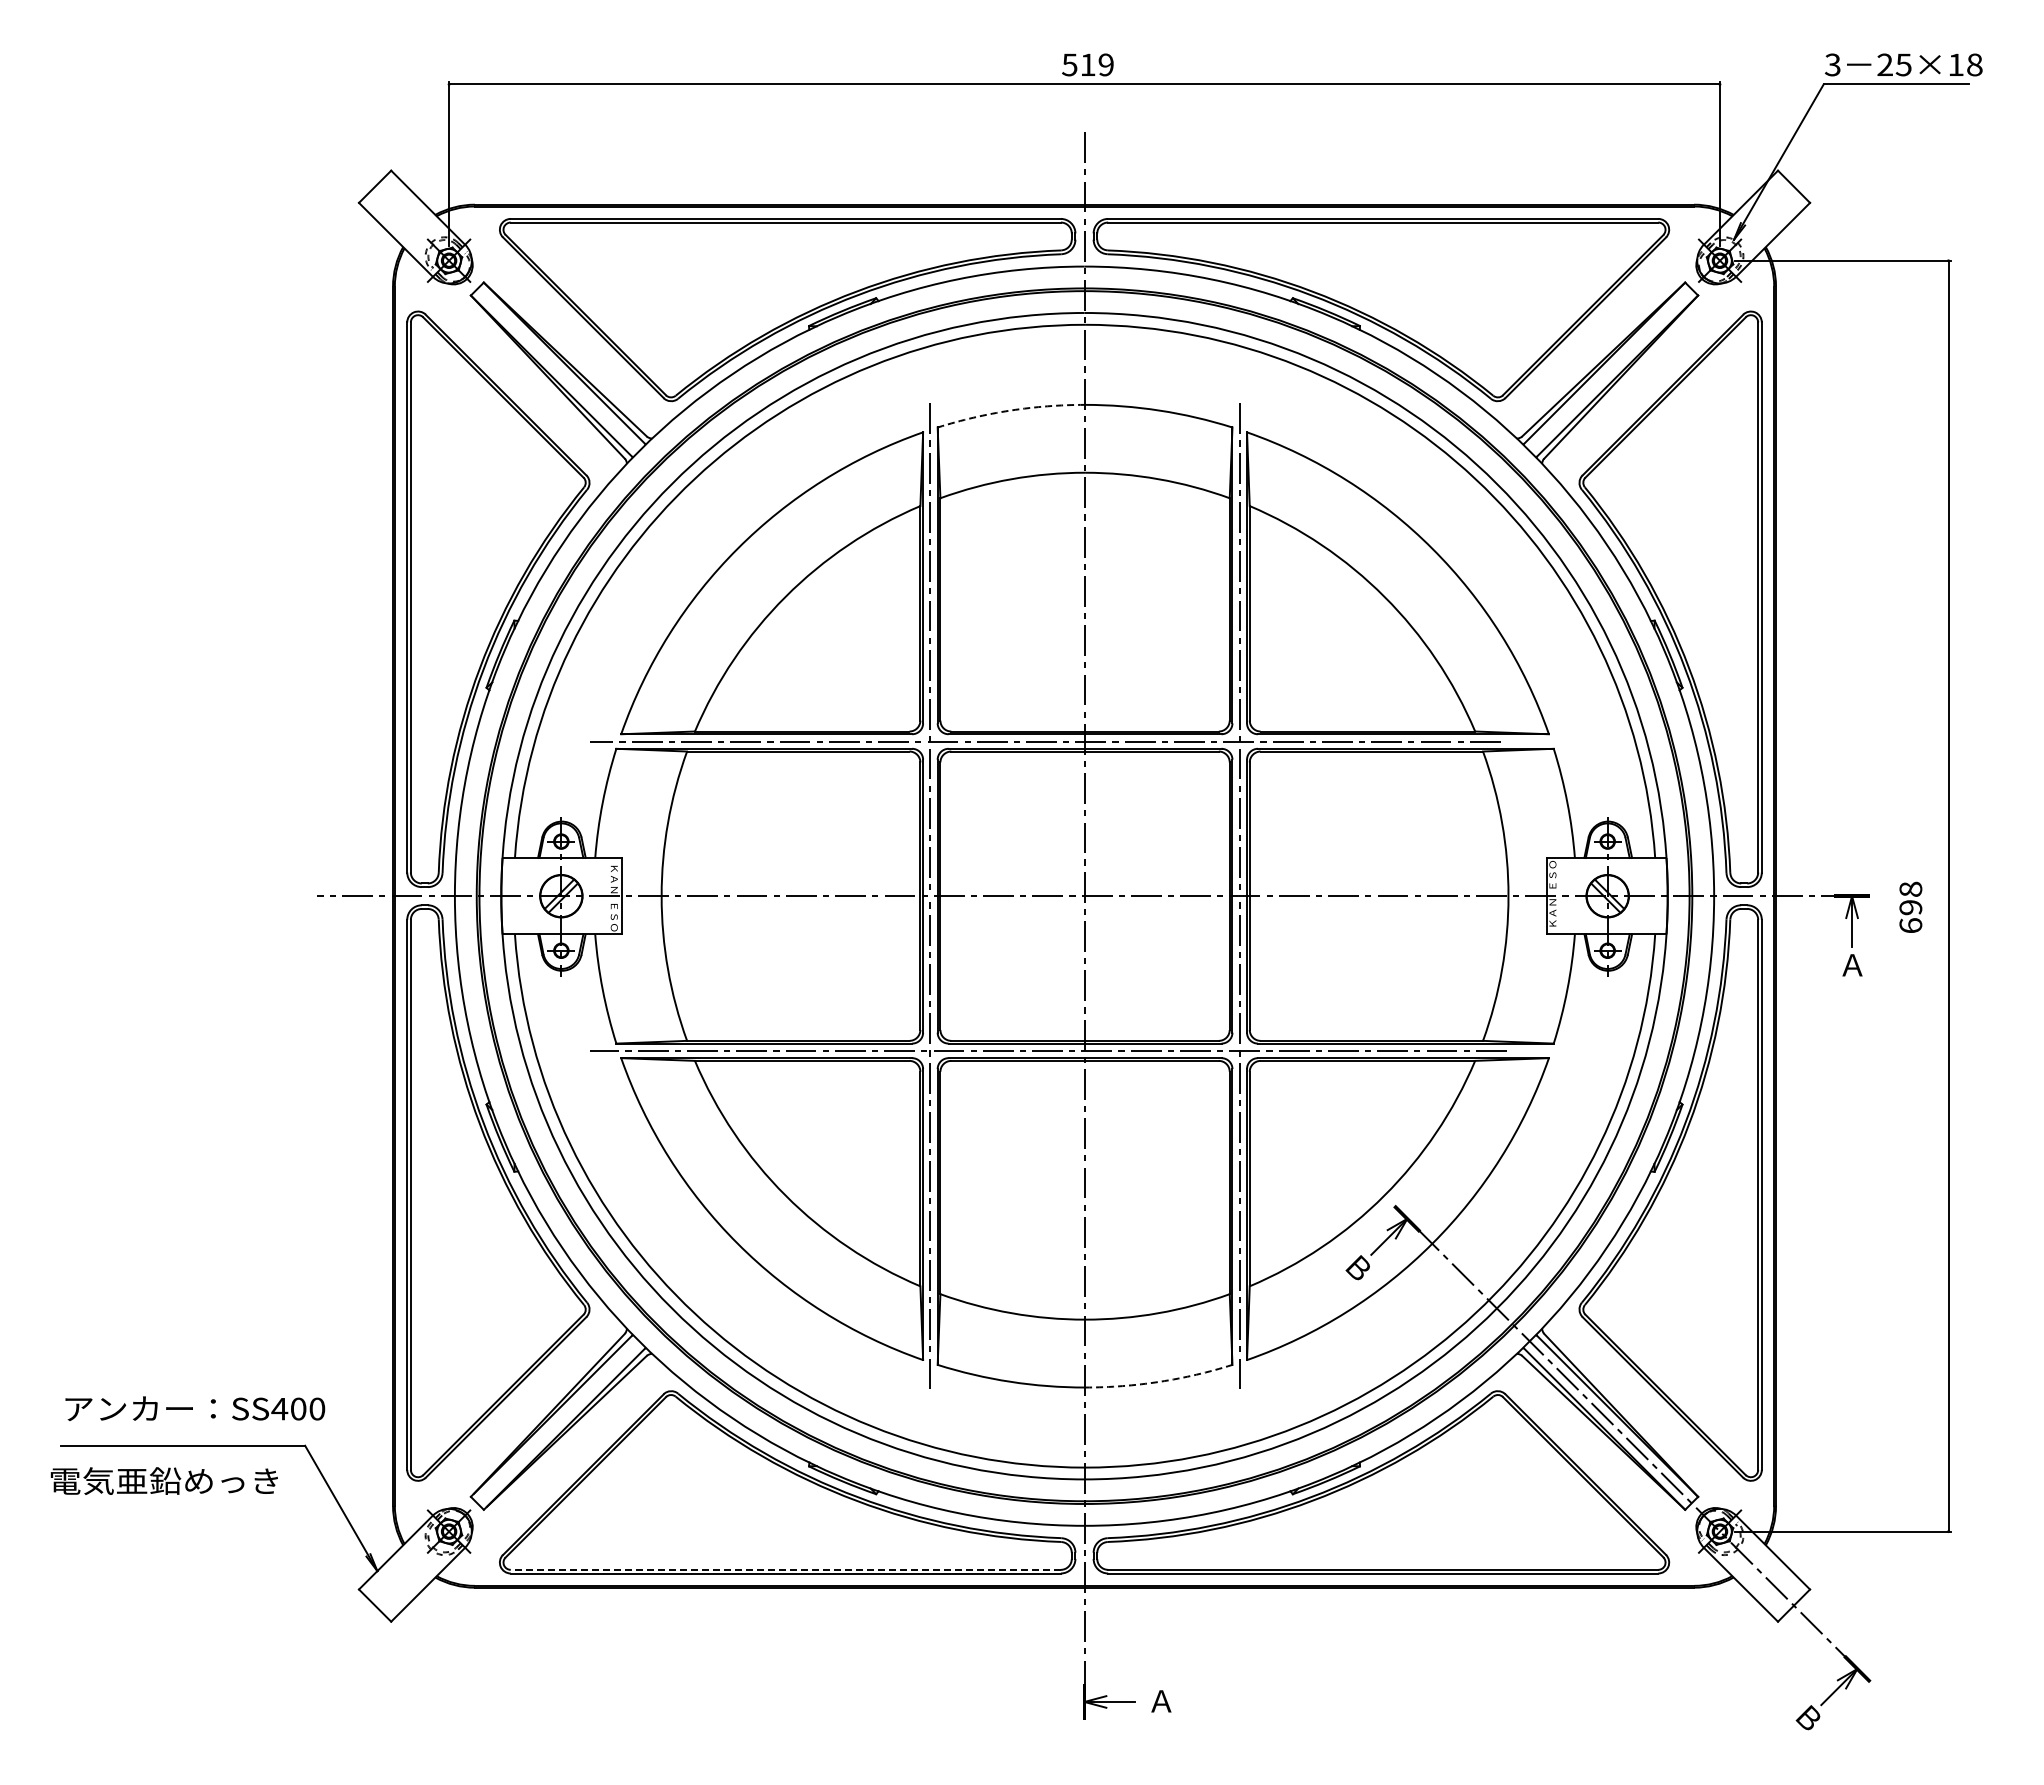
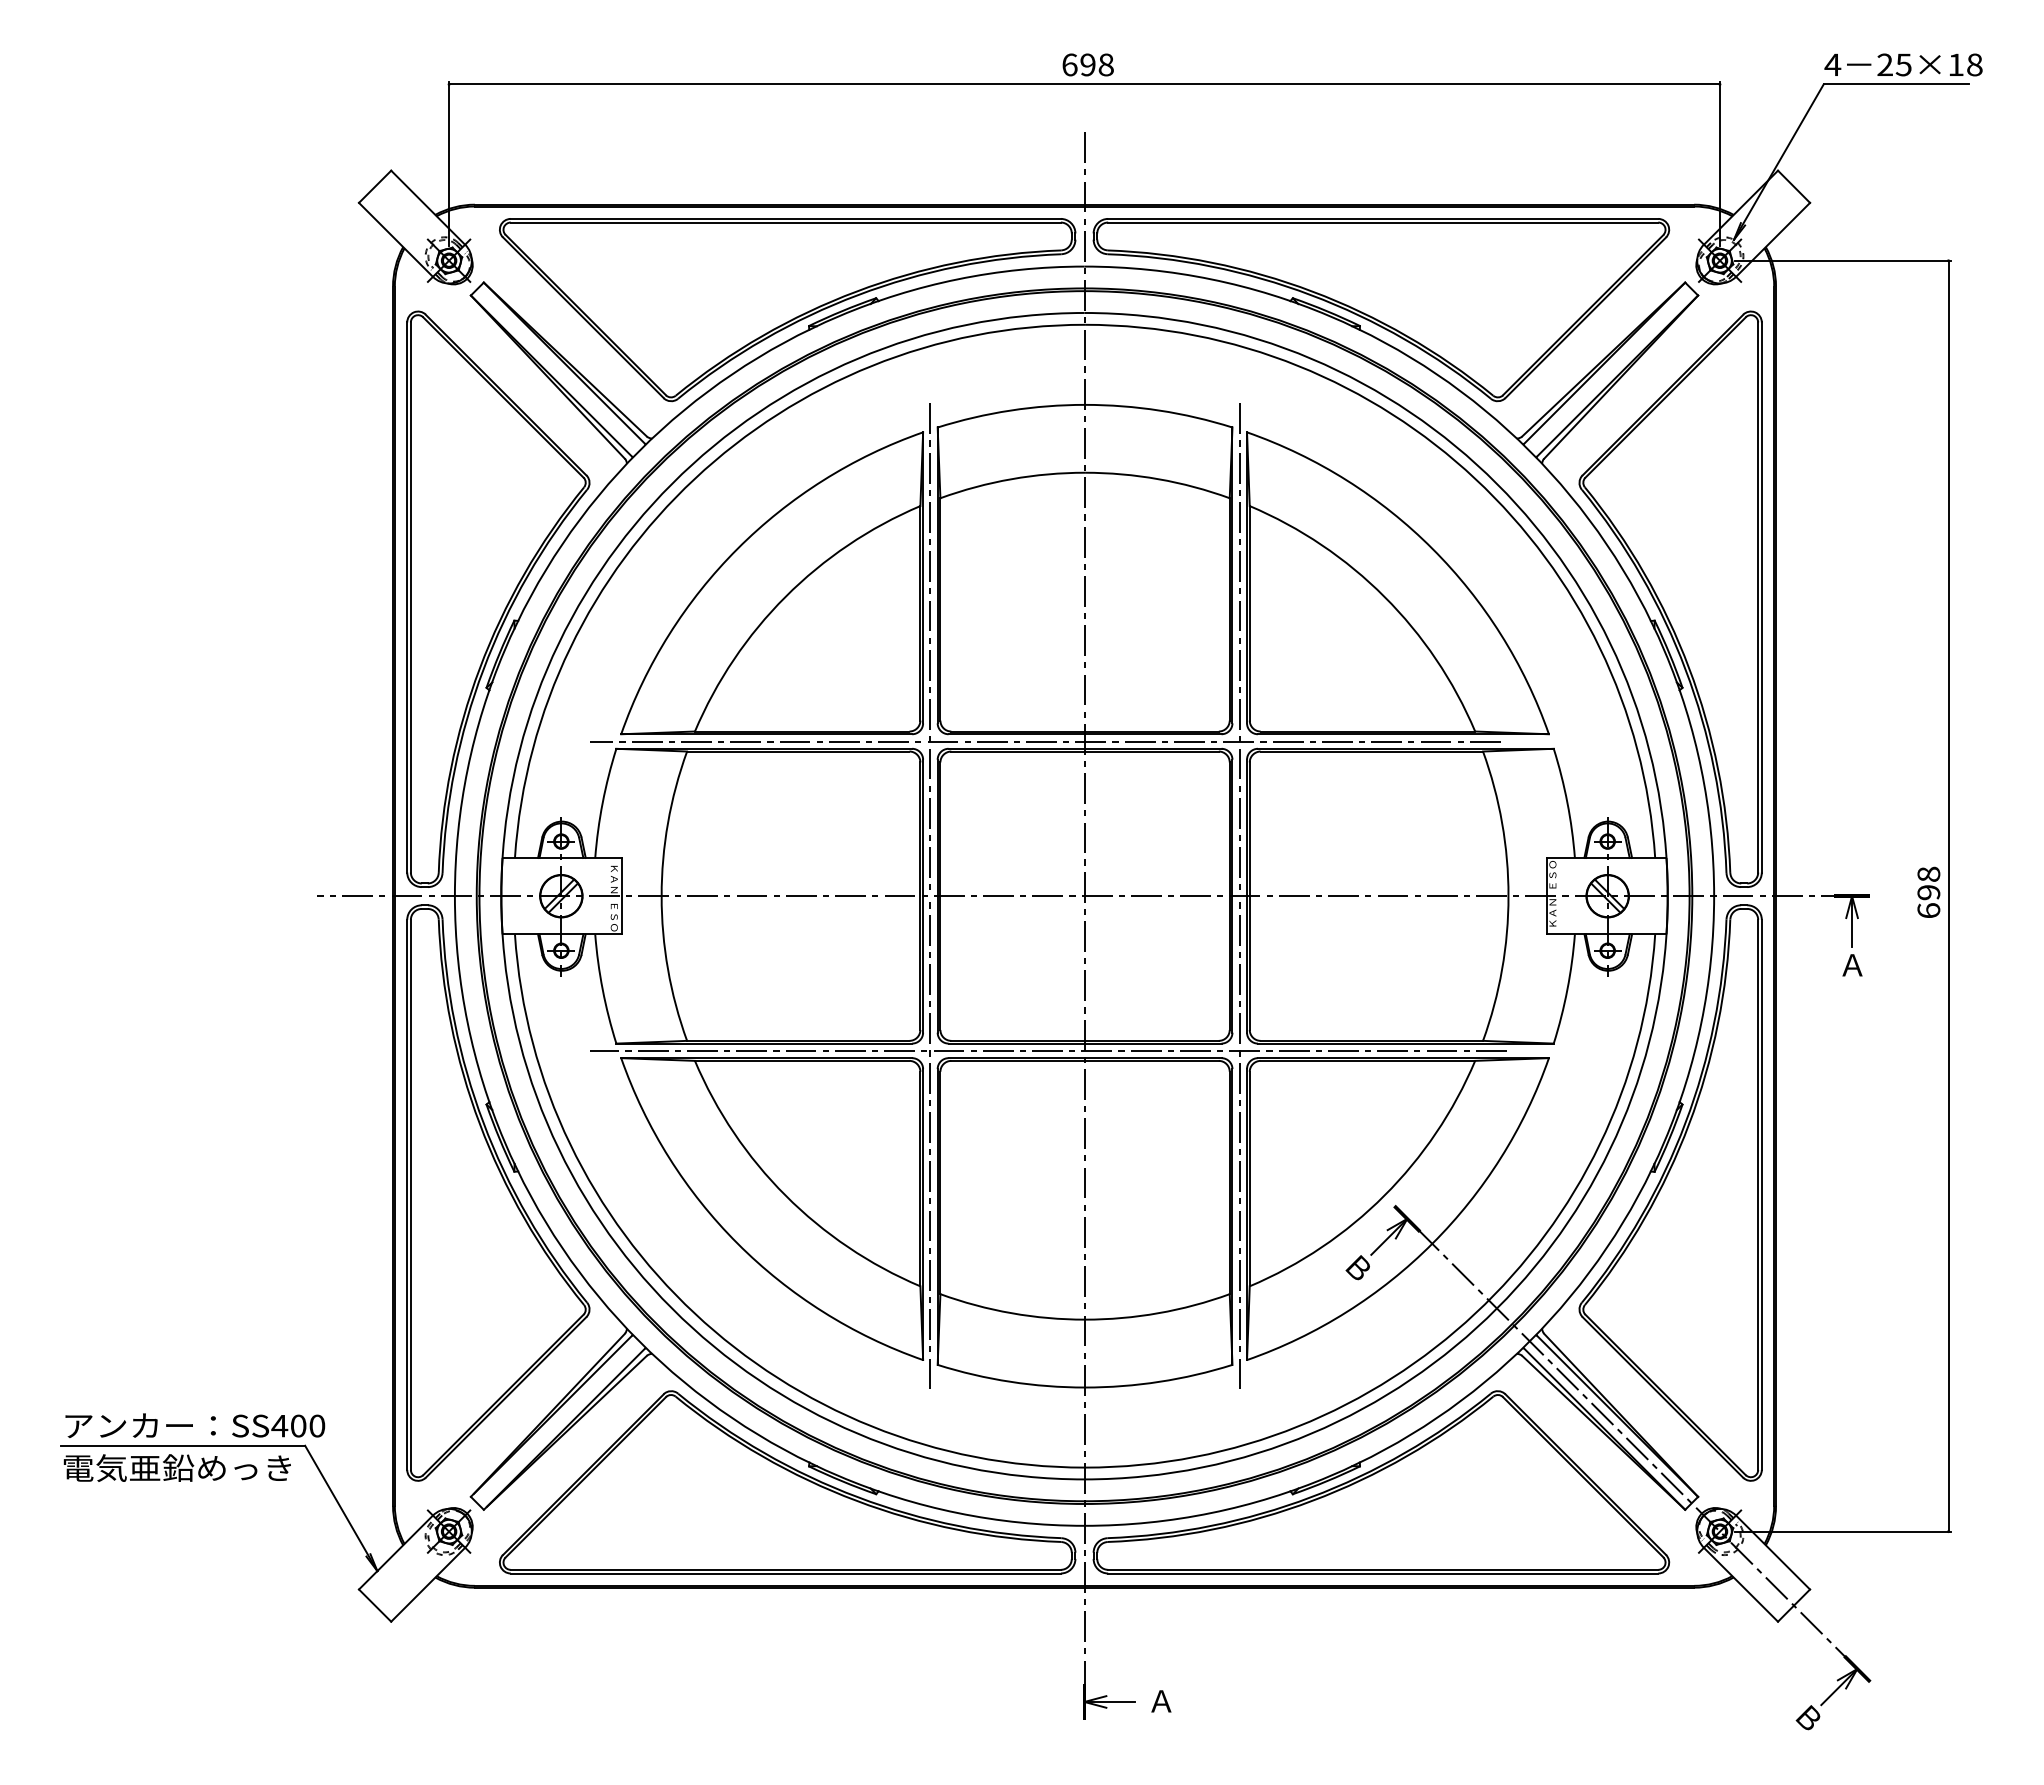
text at (1087, 64): 519 -> 698
text at (1832, 64): 3 -> 4
arc at (1010, 410): dashed -> solid
text at (1910, 906) position: (1910, 906) -> (1928, 891)
arc at (1159, 1381): dashed -> solid
text at (195, 1408) position: (195, 1408) -> (195, 1425)
text at (163, 1480) position: (163, 1480) -> (176, 1467)
line at (785, 1569): dashed -> solid
